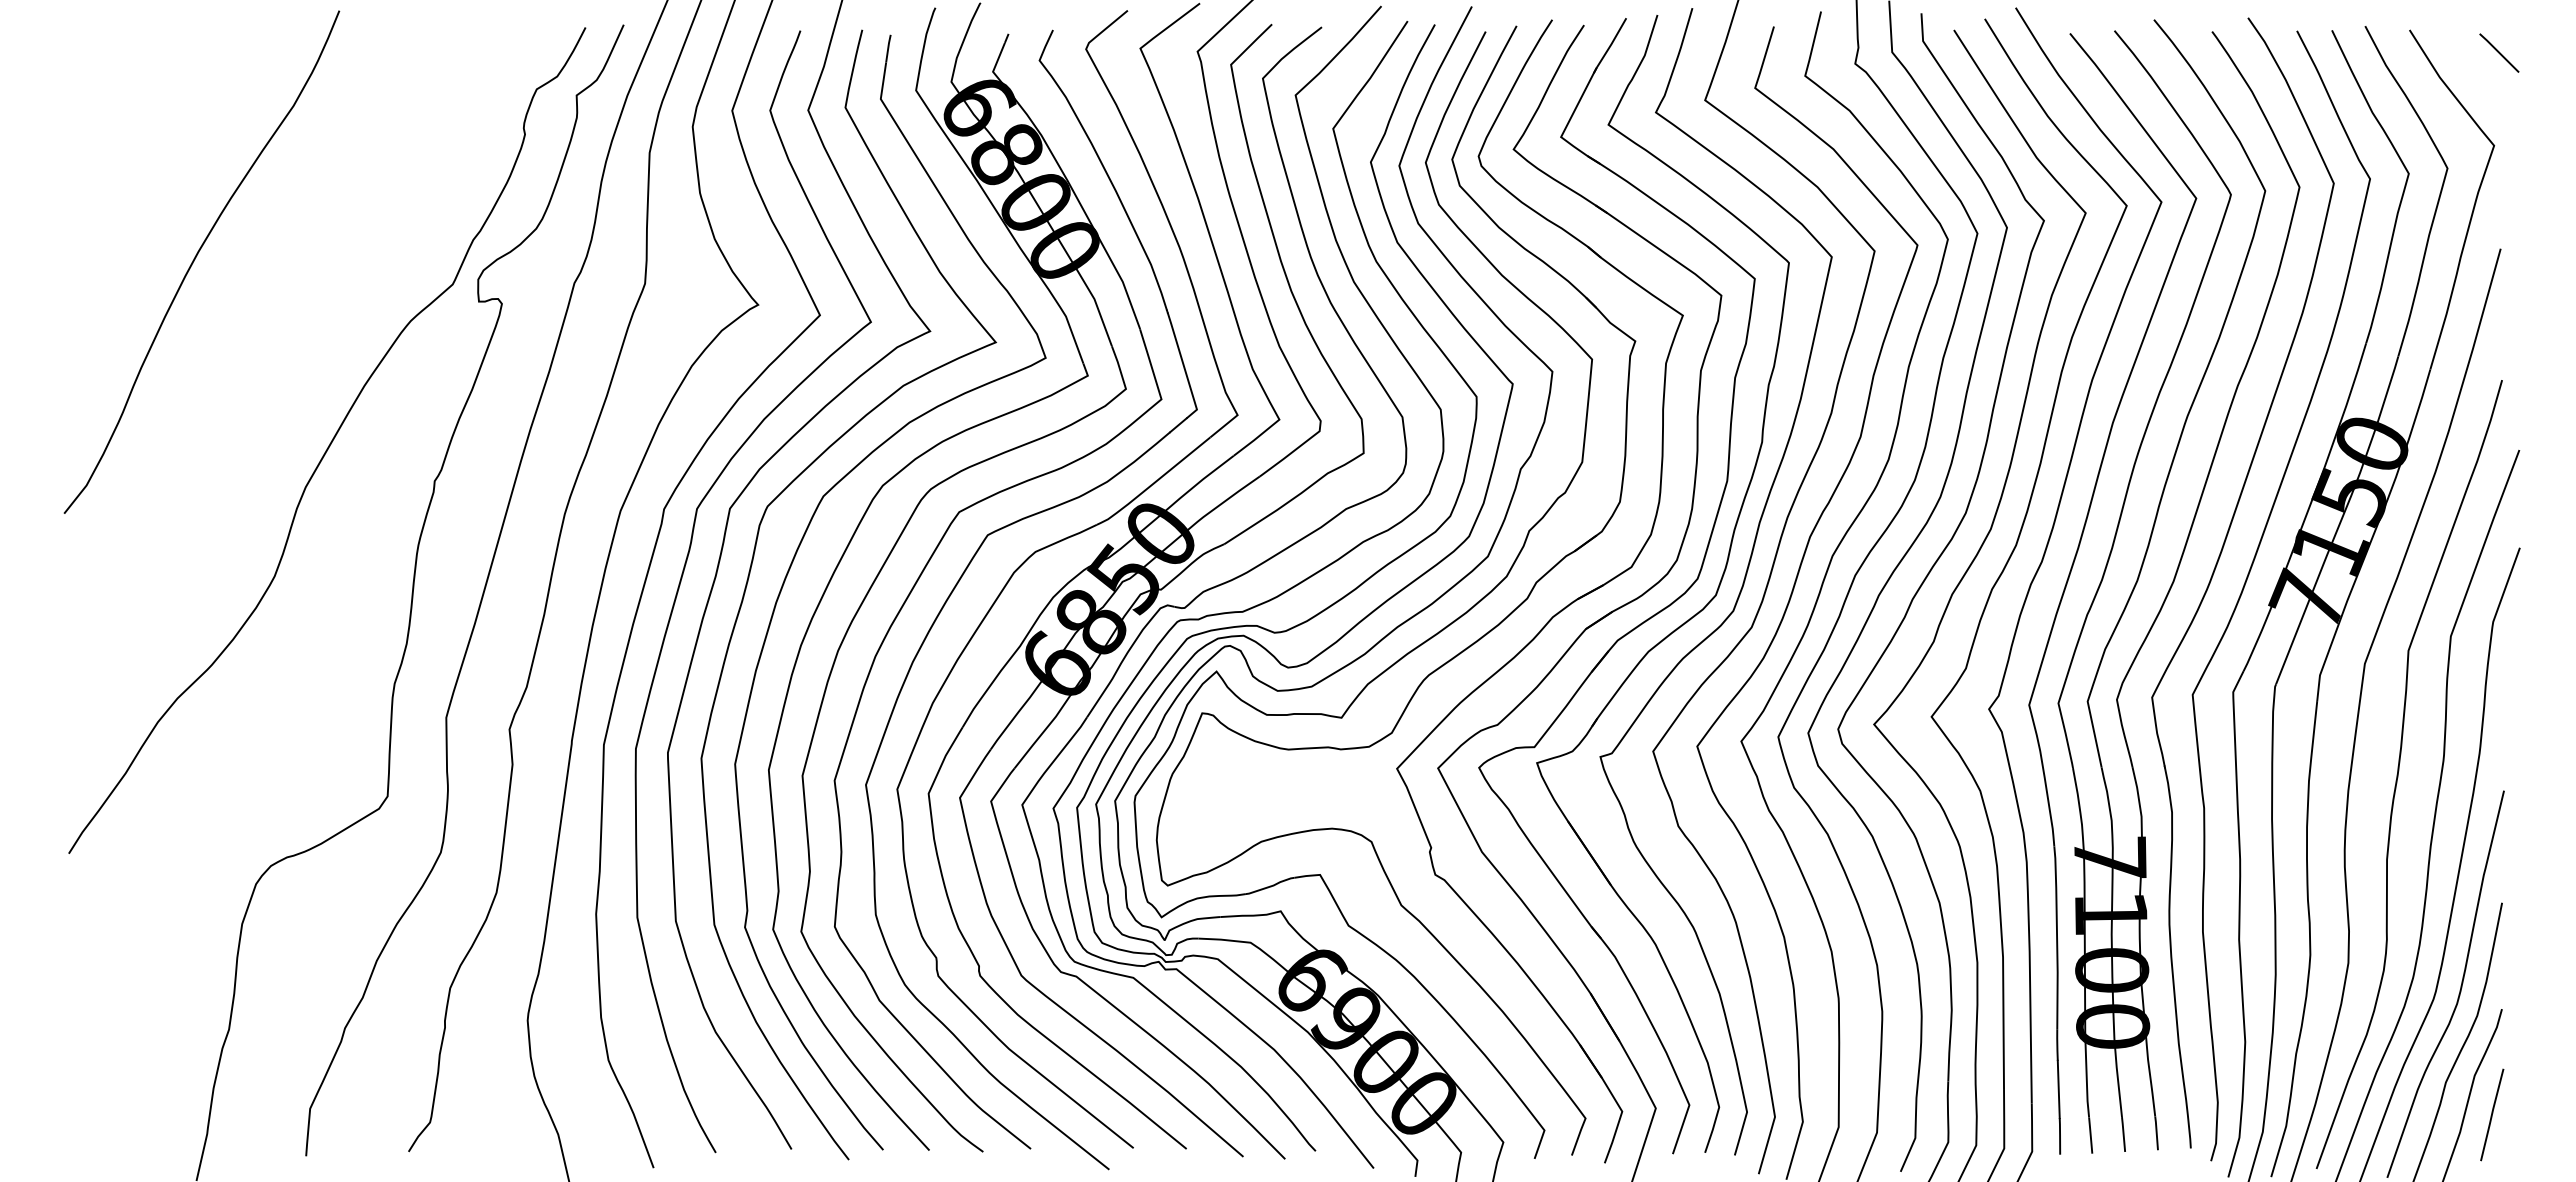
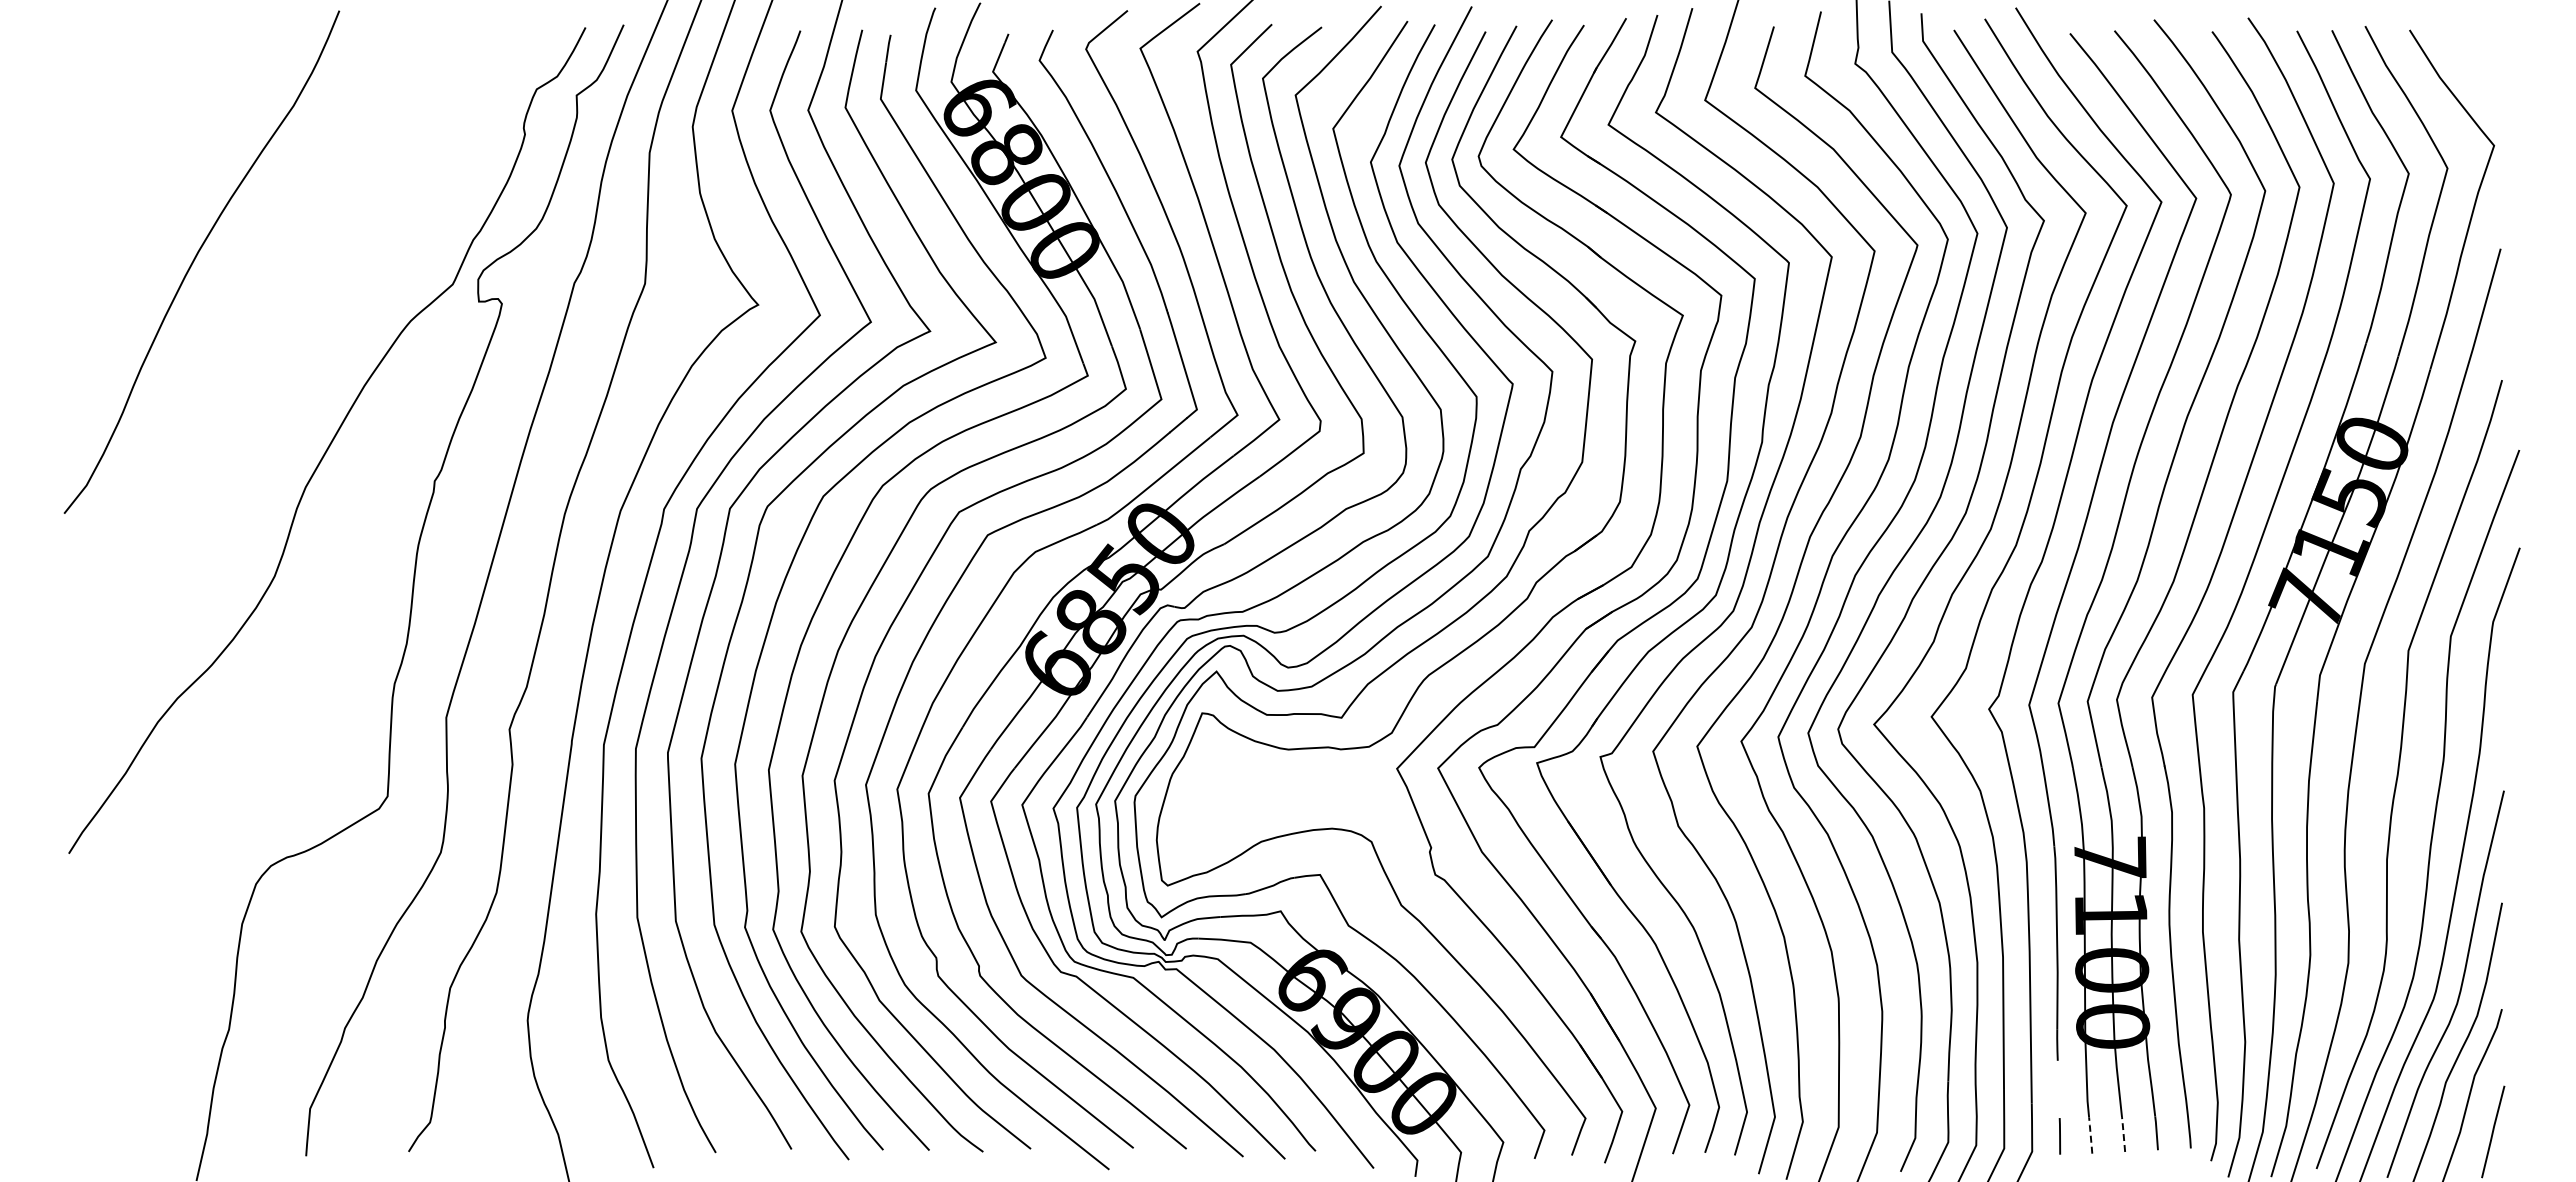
line at (2499, 52): present -> none
line at (2058, 1089): present -> none
line at (2492, 1114) position: (2492, 1114) -> (2493, 1131)
line at (2123, 1133): solid -> dashed
line at (2090, 1136): solid -> dashed
